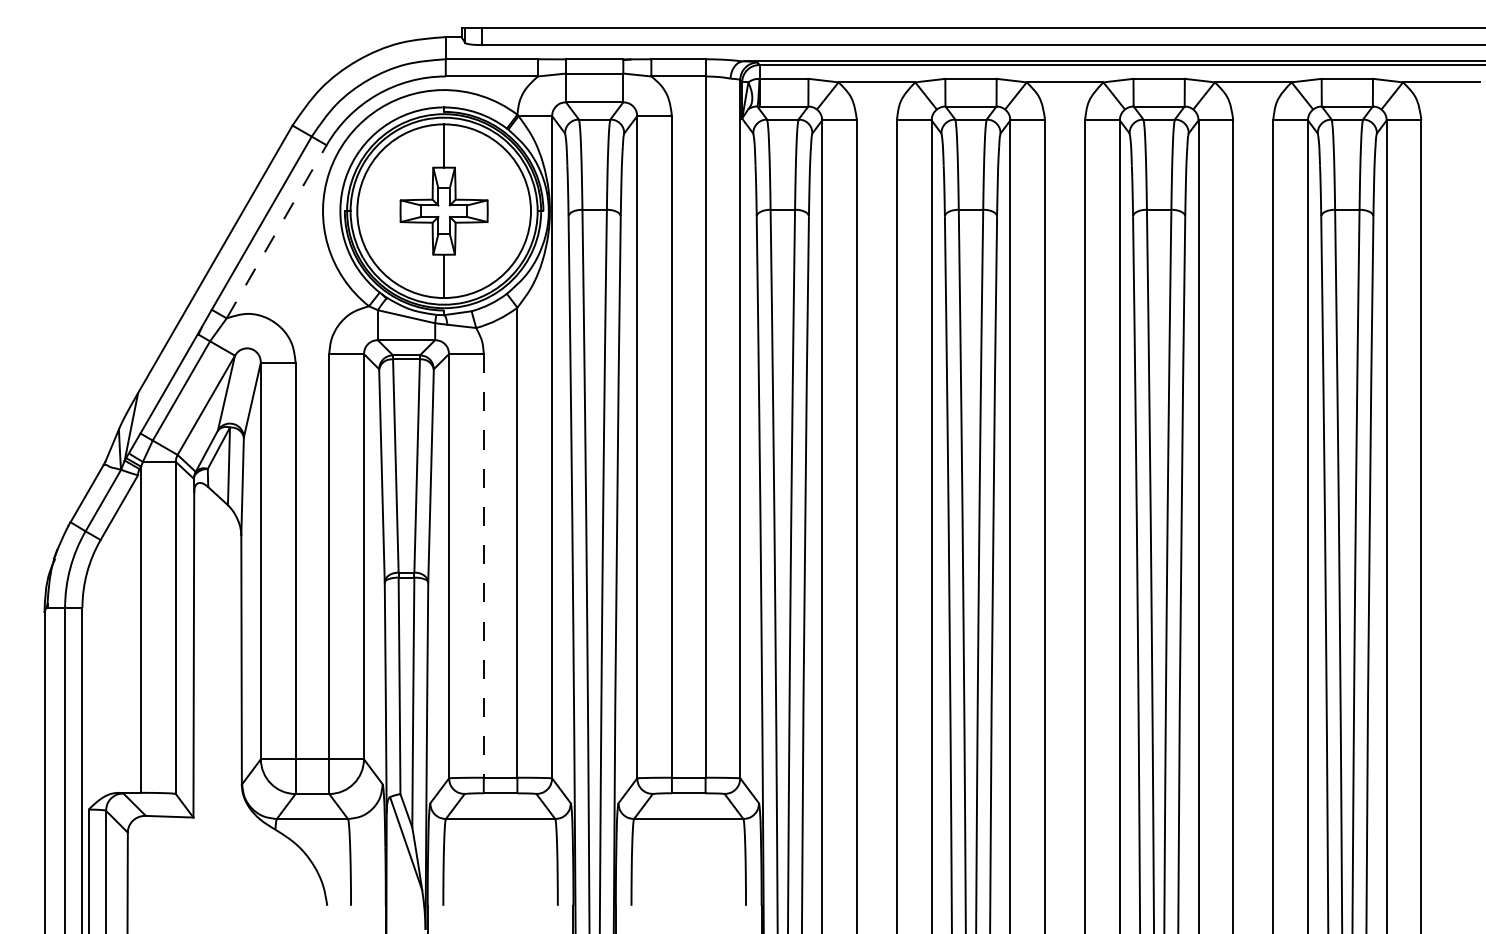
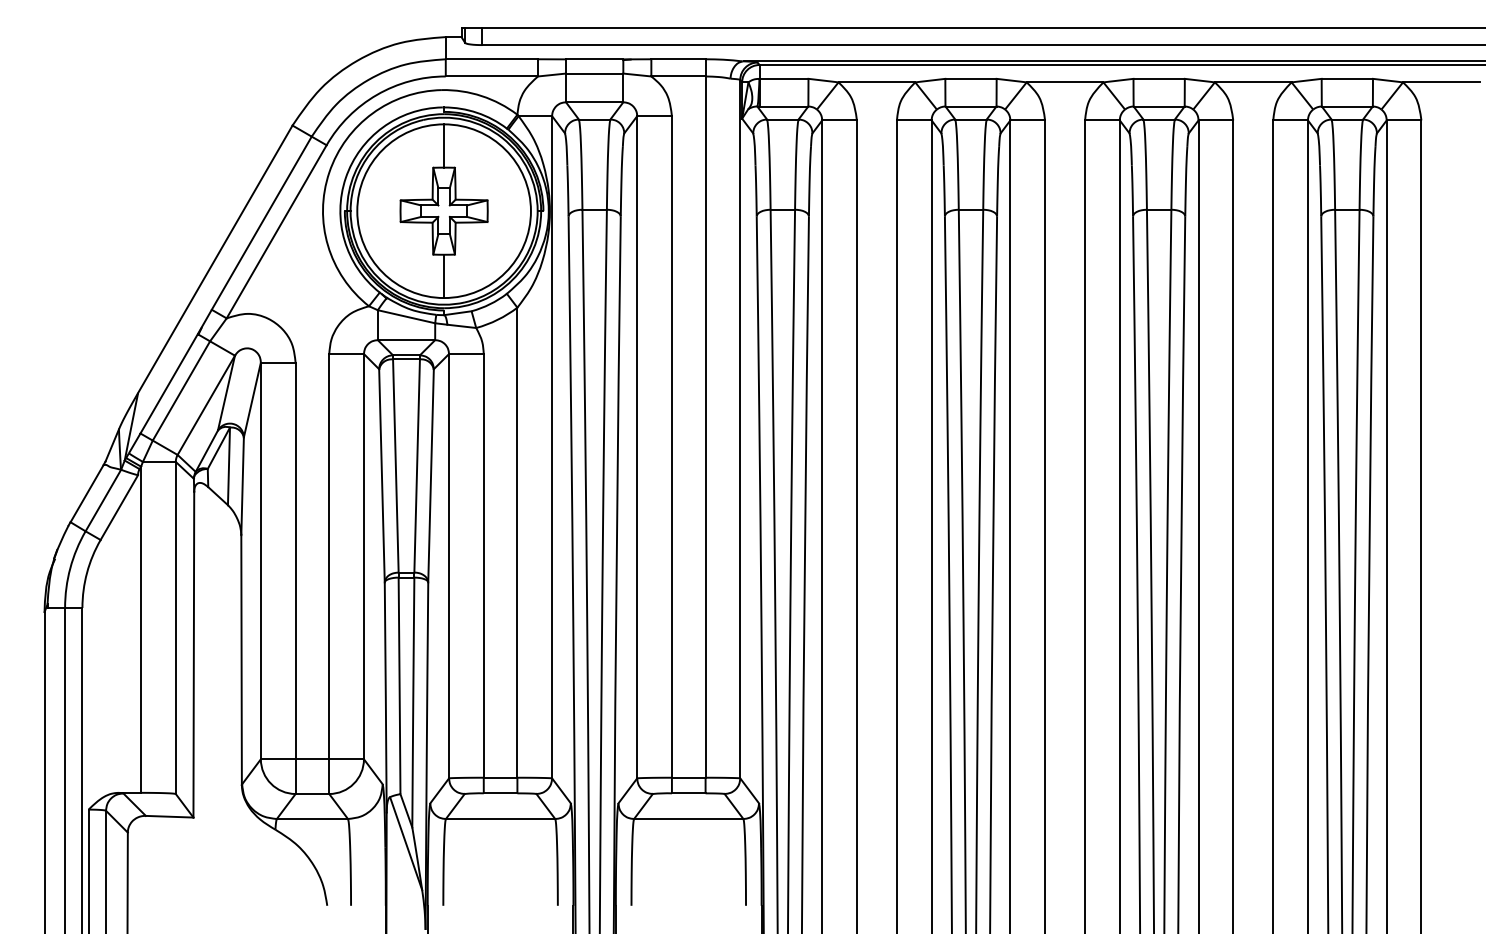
line at (276, 231): dashed -> solid
line at (483, 565): dashed -> solid
